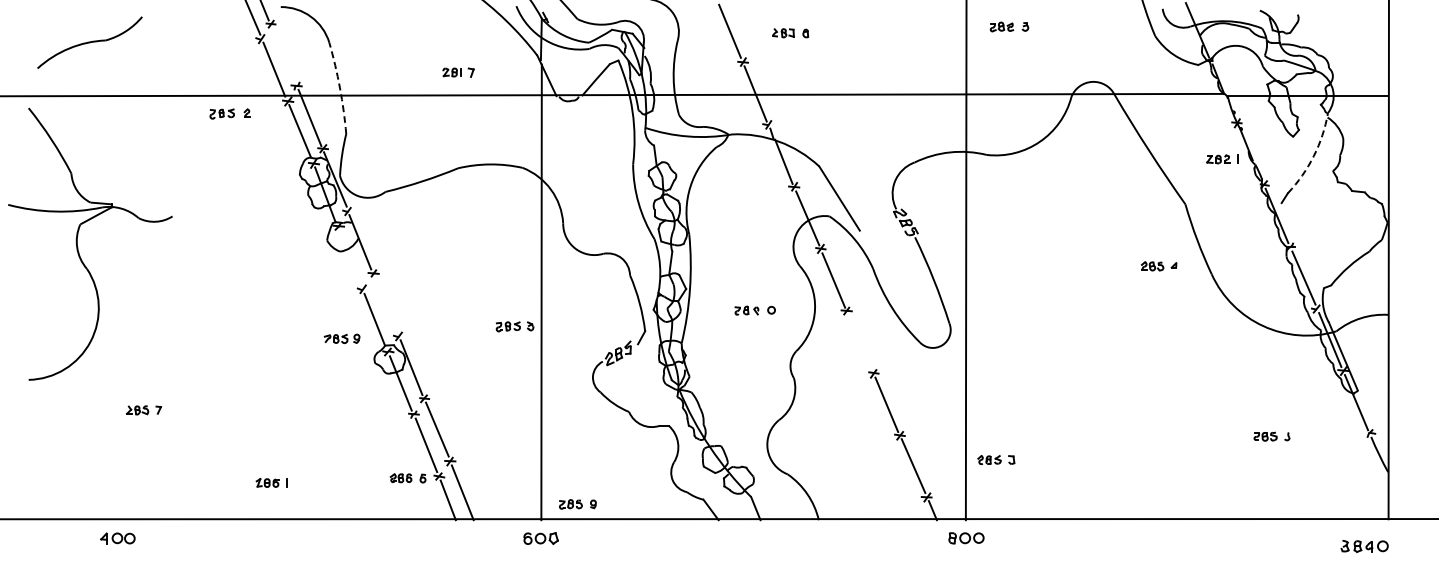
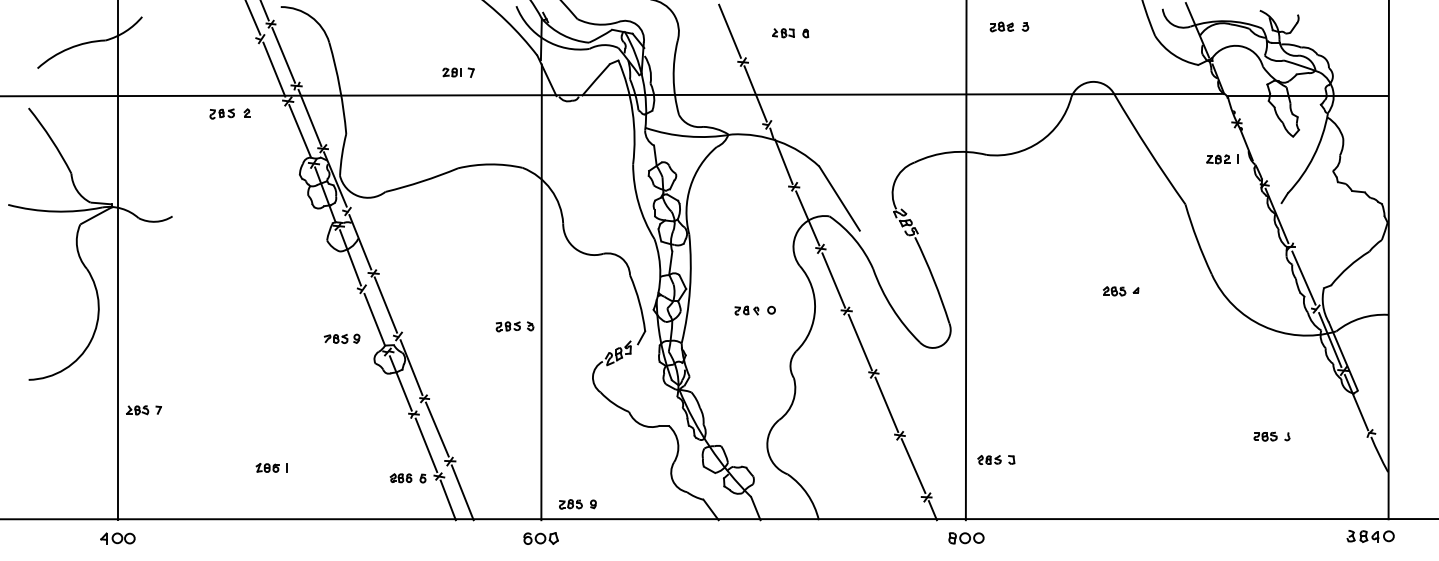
line at (283, 55): none -> present
arc at (339, 87): dashed -> solid
arc at (1313, 156): dashed -> solid
line at (350, 257): none -> present
line at (117, 261): none -> present
part at (1158, 266) position: (1158, 266) -> (1120, 291)
line at (385, 304): none -> present
line at (859, 342): none -> present
part at (271, 482) position: (271, 482) -> (271, 467)
part at (1364, 546) position: (1364, 546) -> (1370, 536)
